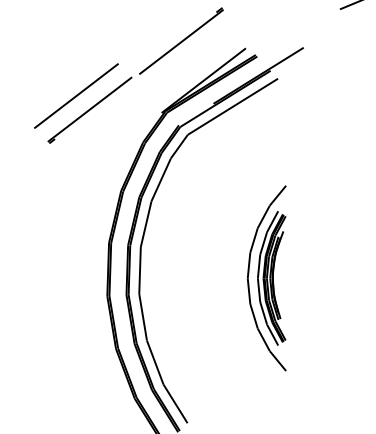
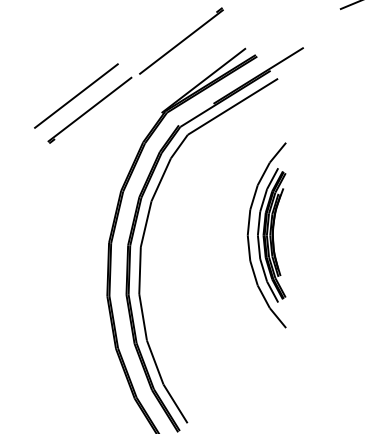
part at (266, 278) position: (266, 278) -> (266, 235)
